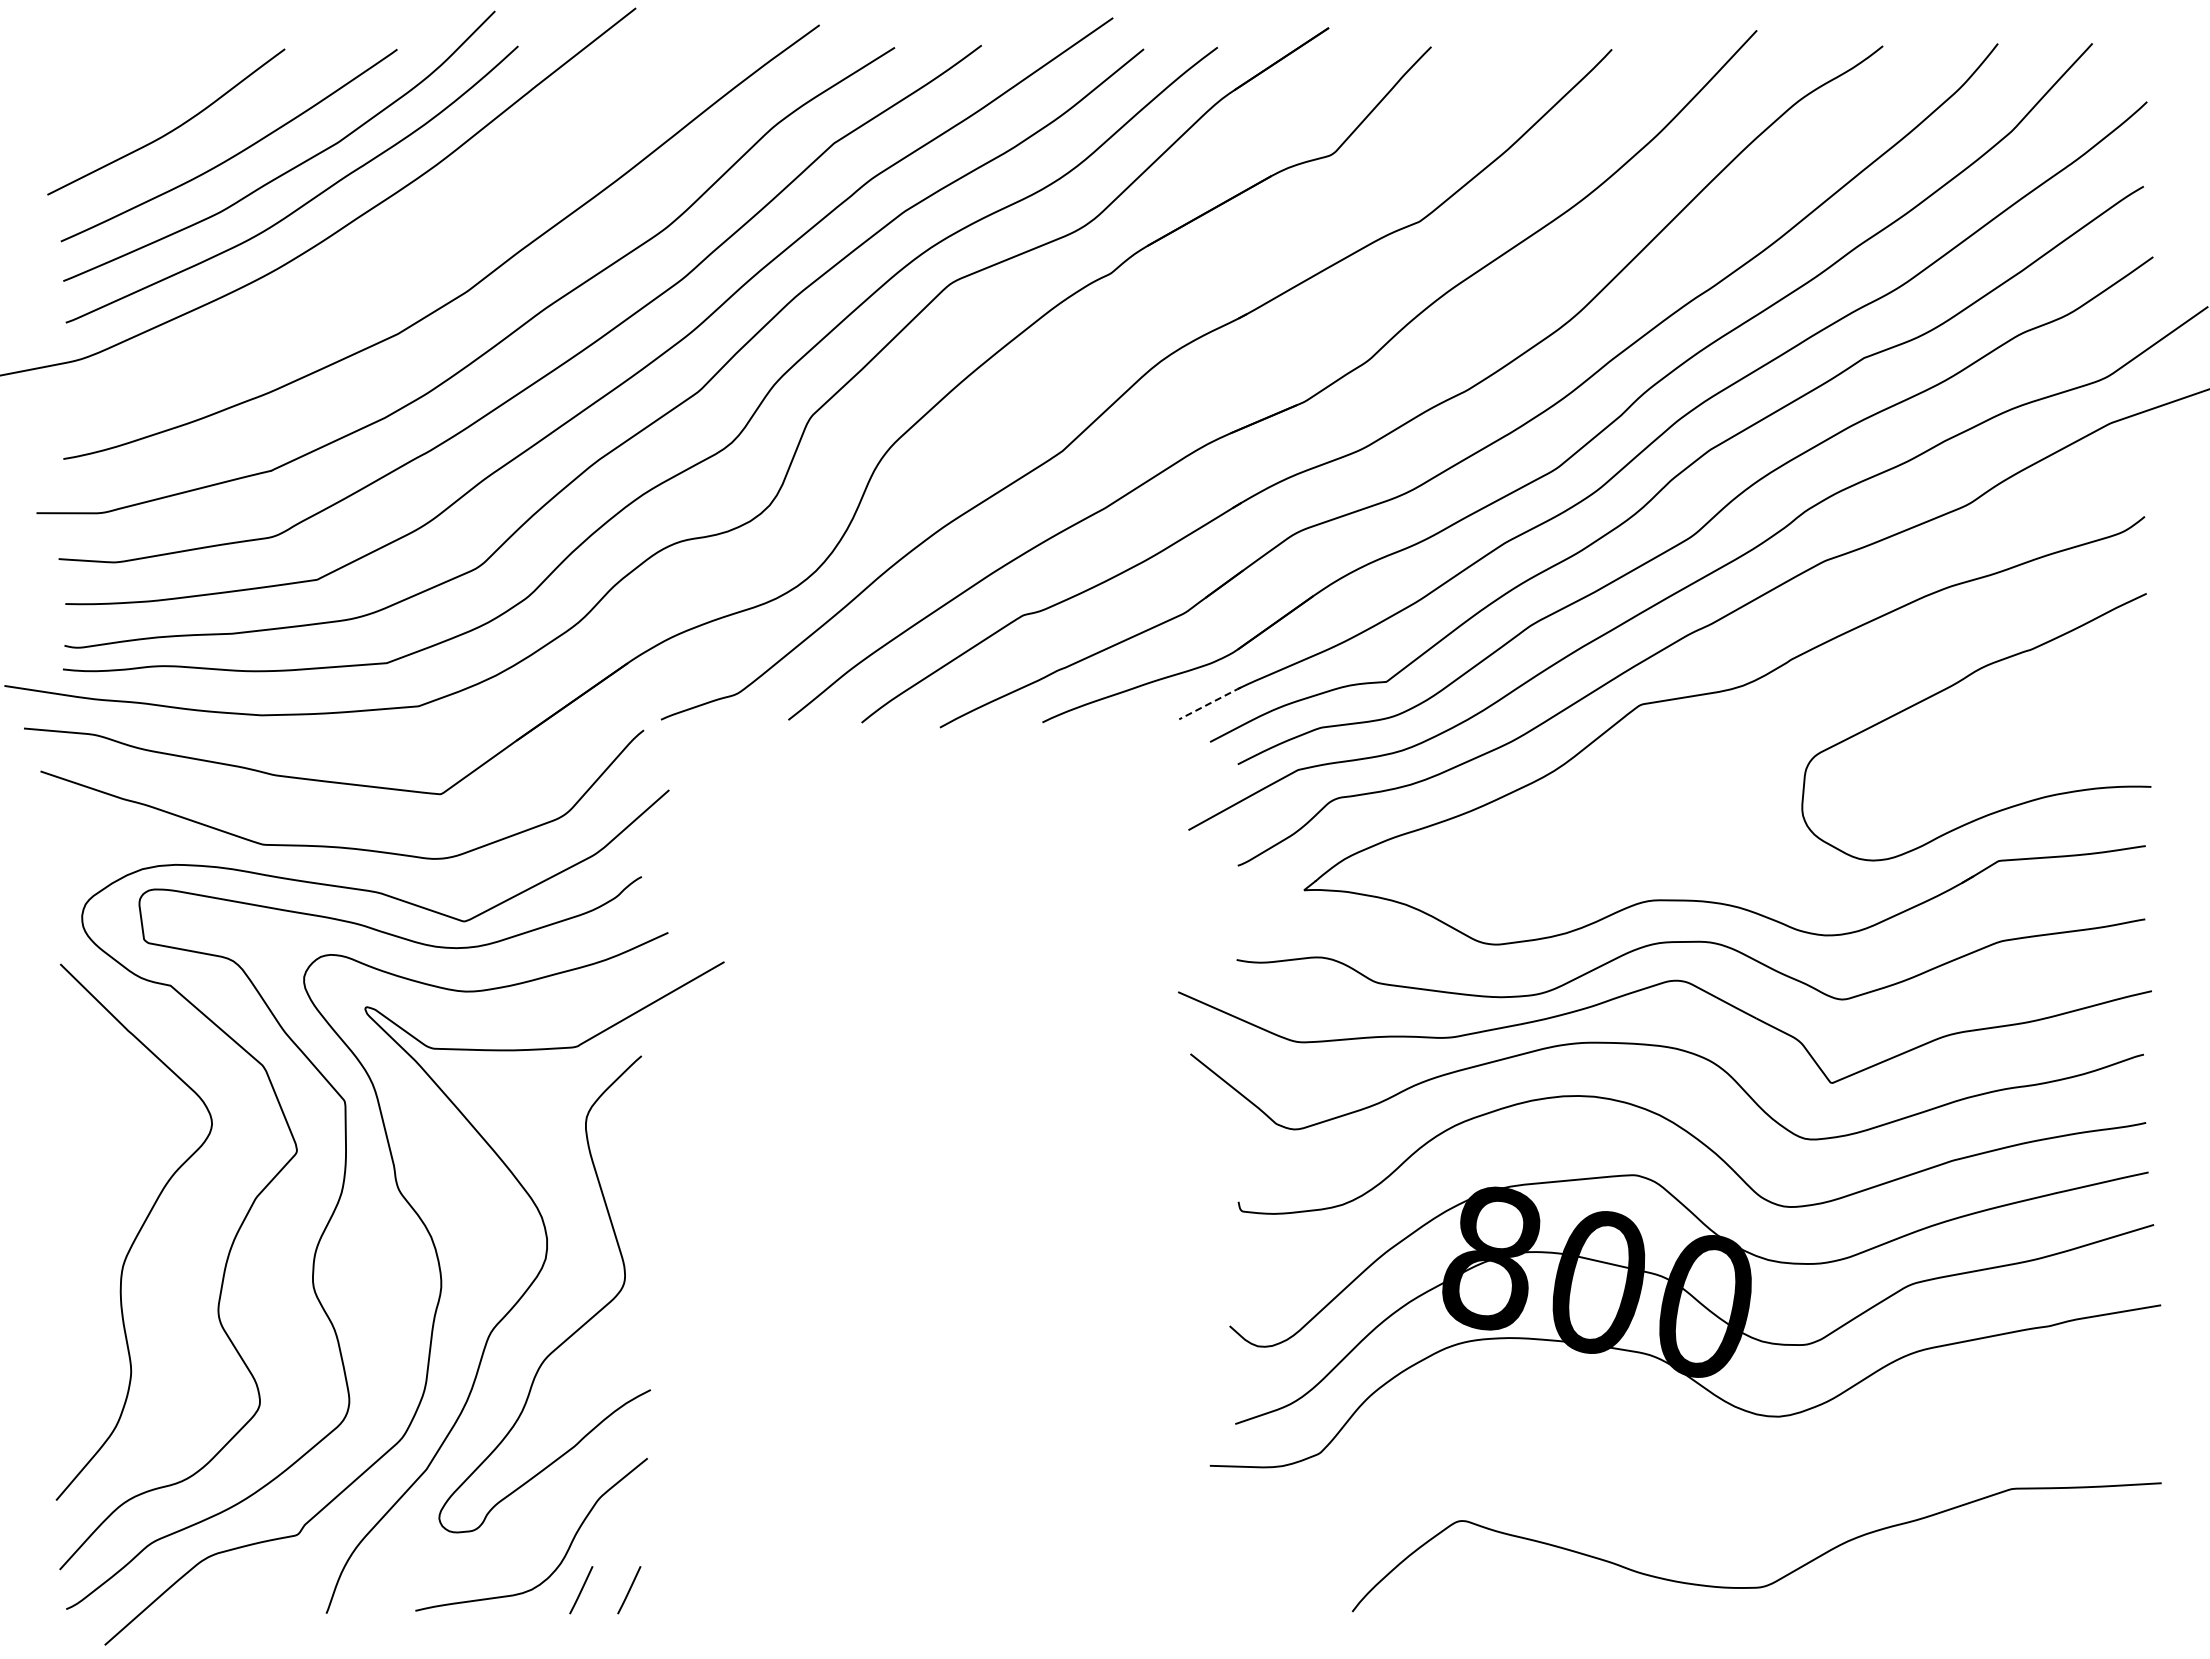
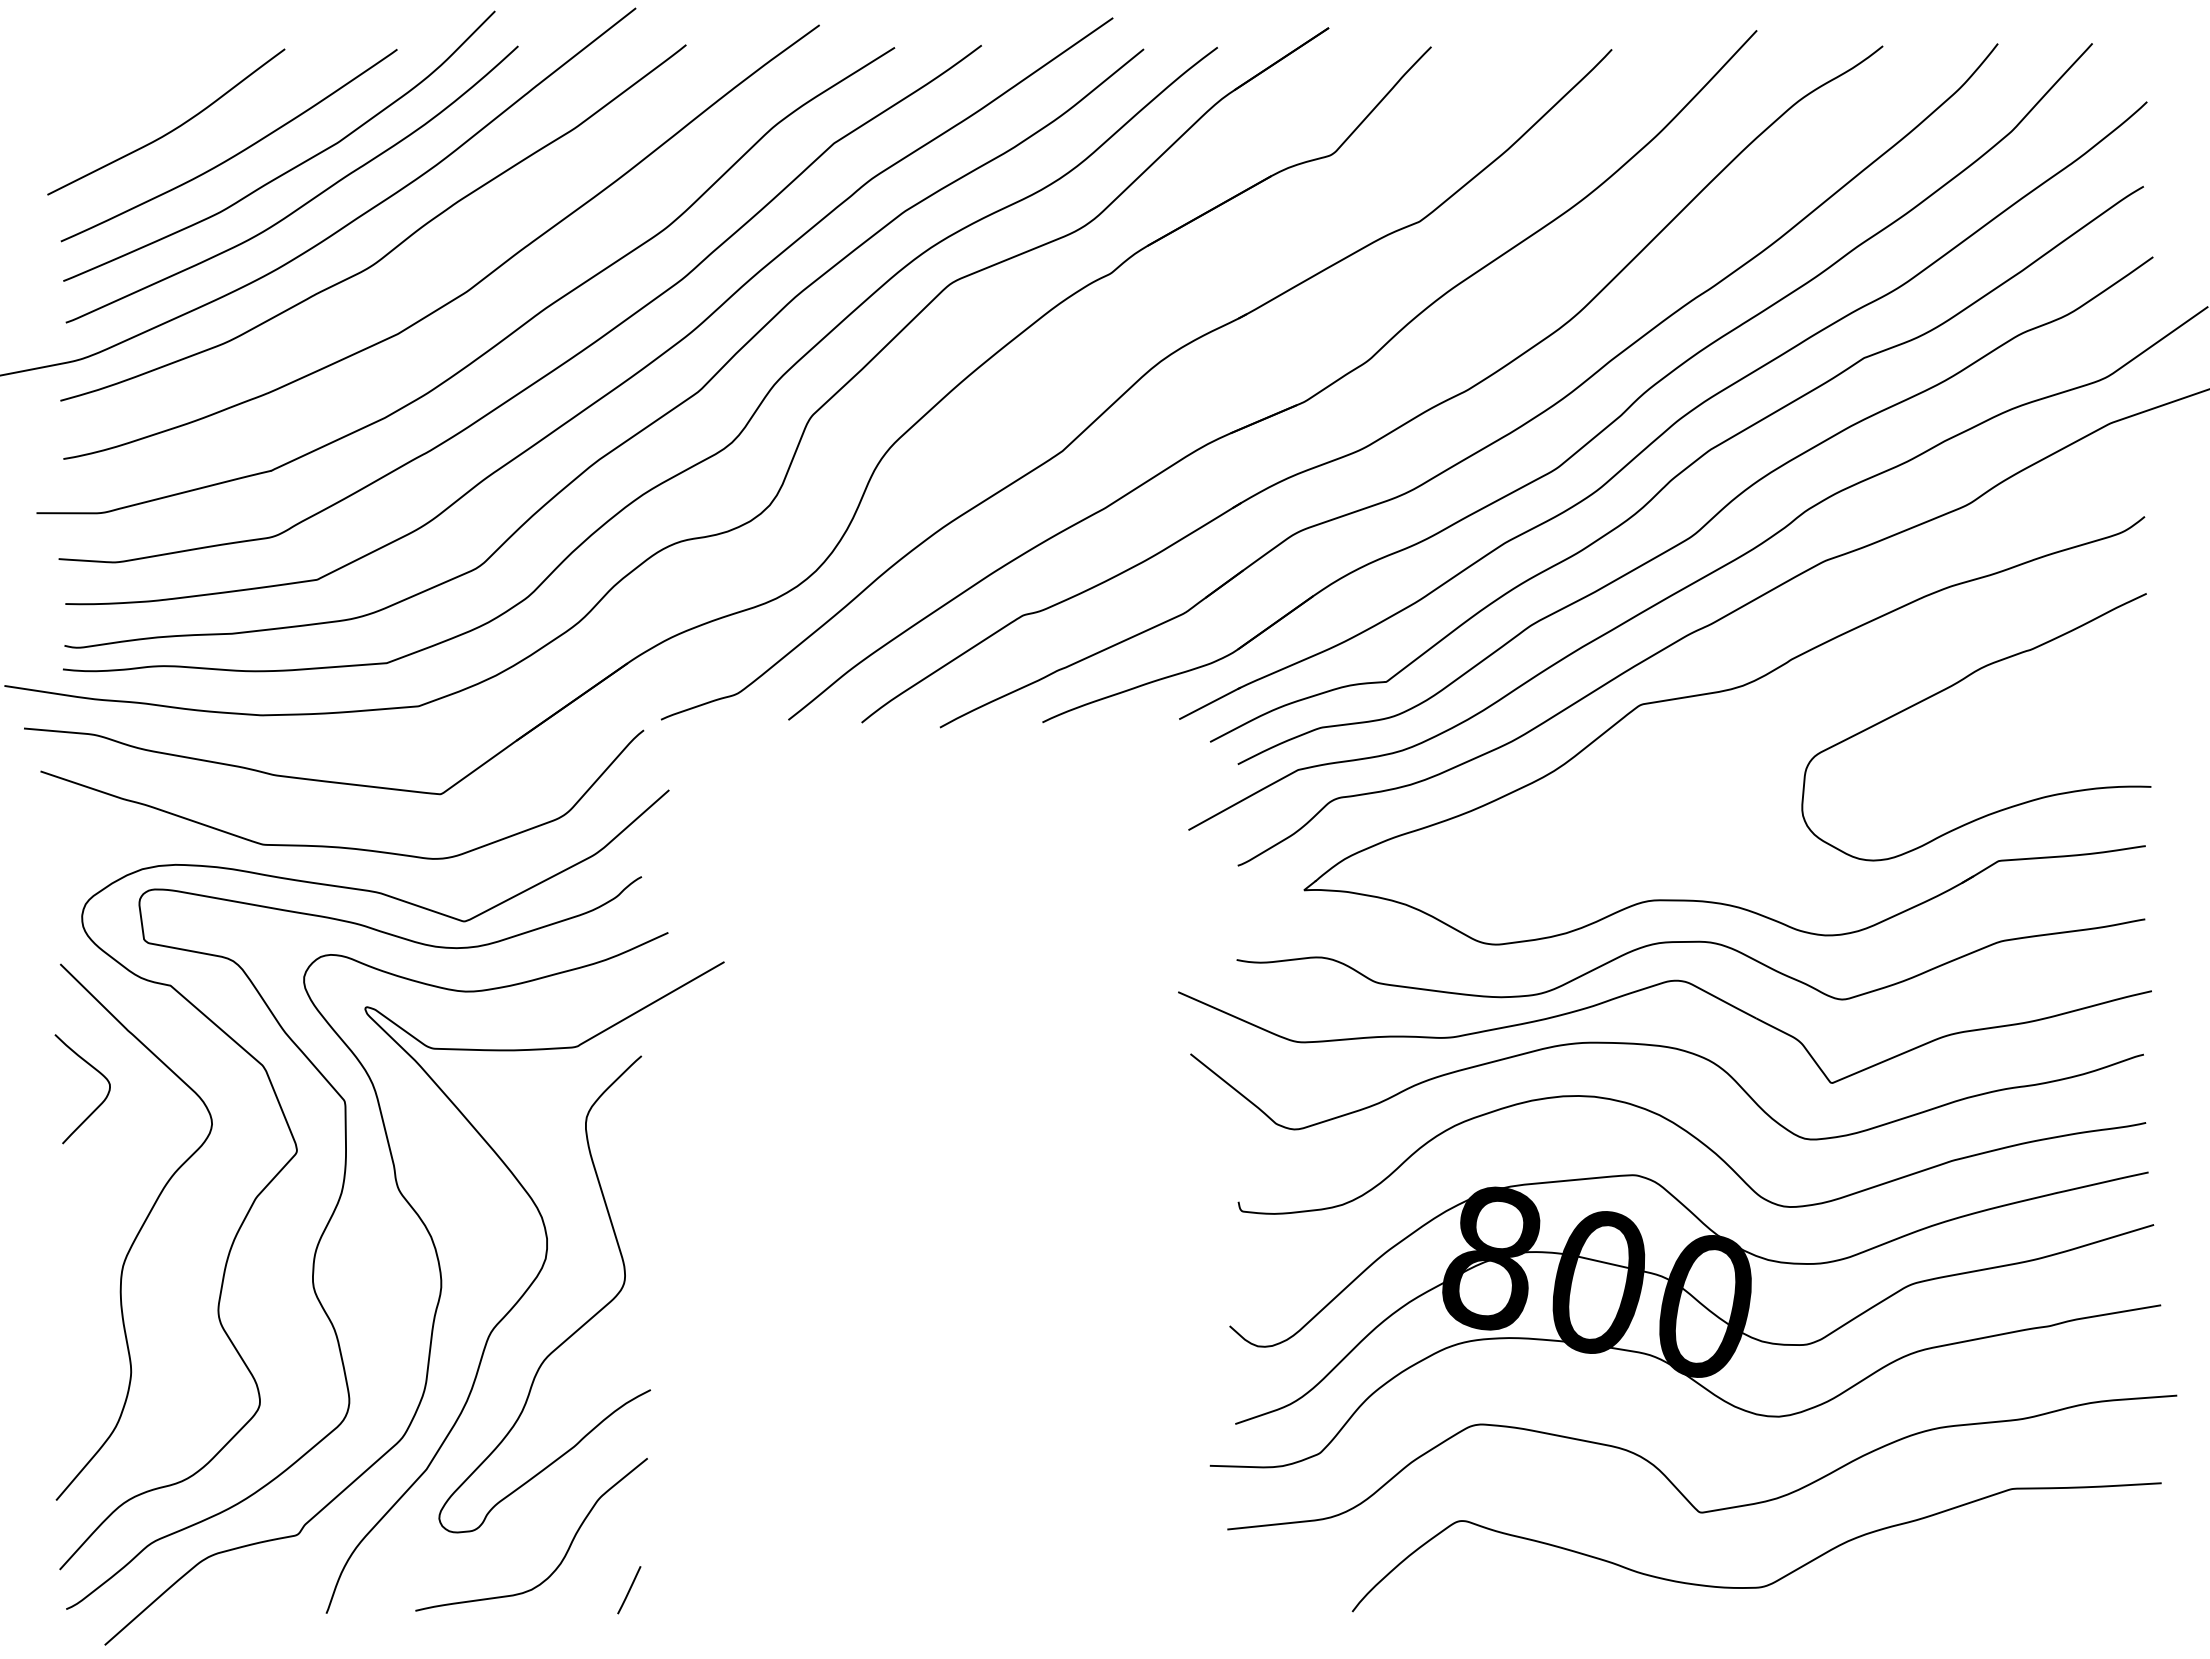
curve at (391, 249): none -> present
line at (1210, 703): dashed -> solid
curve at (98, 1105): none -> present
curve at (1677, 1487): none -> present
line at (581, 1590): present -> none
